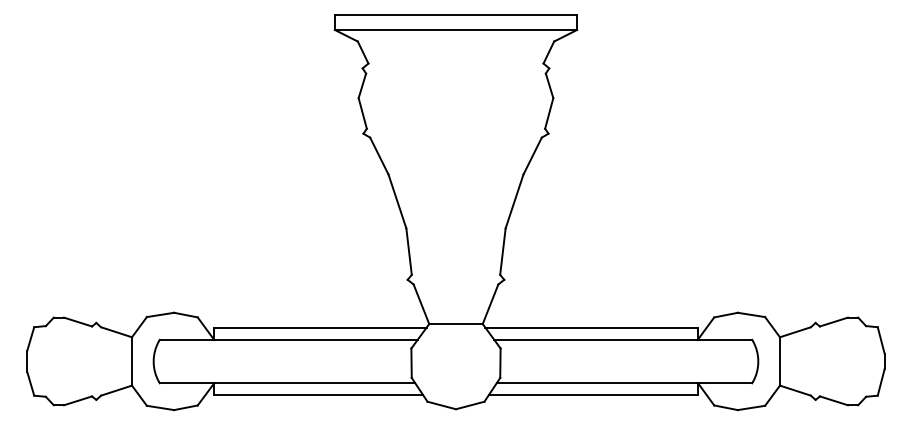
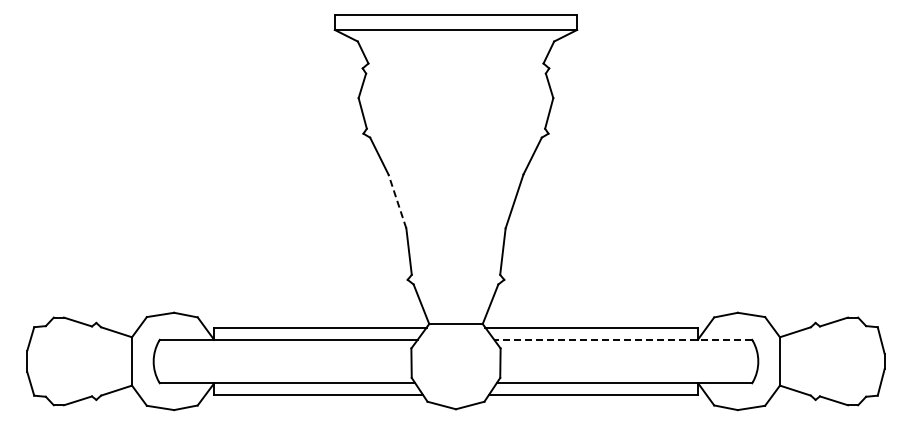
line at (397, 201): solid -> dashed
line at (623, 339): solid -> dashed
